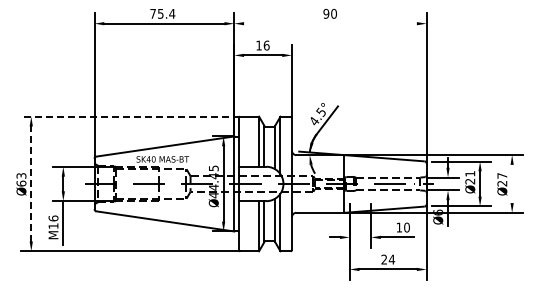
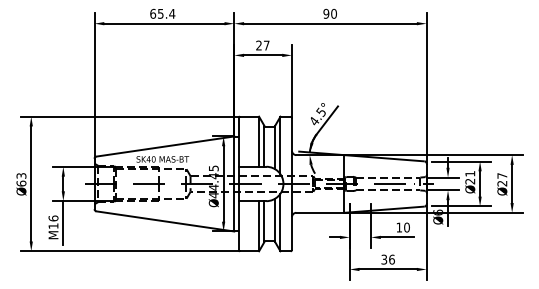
text at (153, 13): 75.4 -> 65.4
line at (330, 23): none -> present
text at (262, 45): 16 -> 27
line at (130, 116): dashed -> solid
line at (31, 183): dashed -> solid
line at (512, 183): none -> present
text at (387, 259): 24 -> 36
